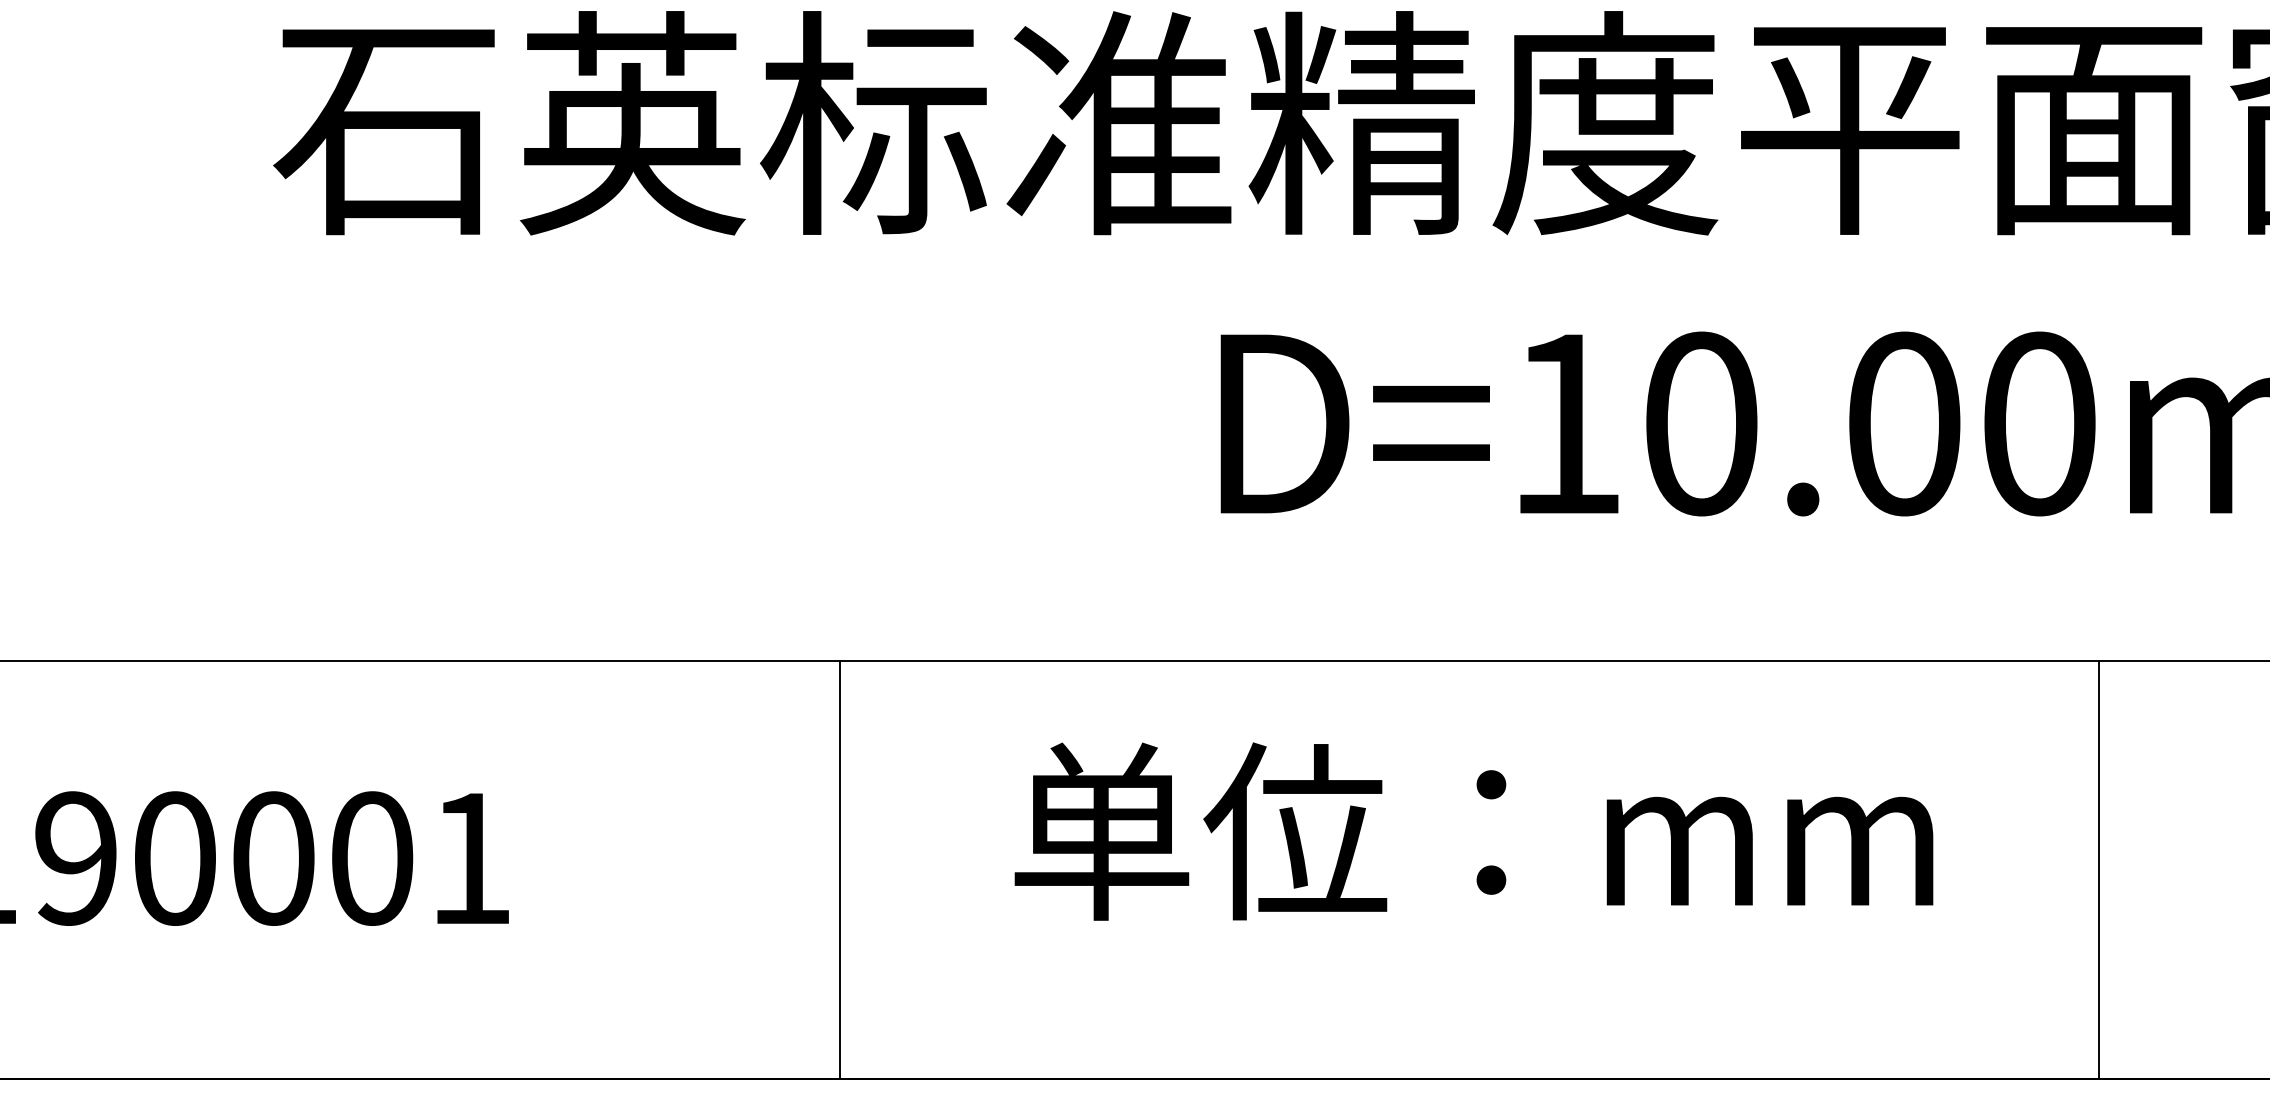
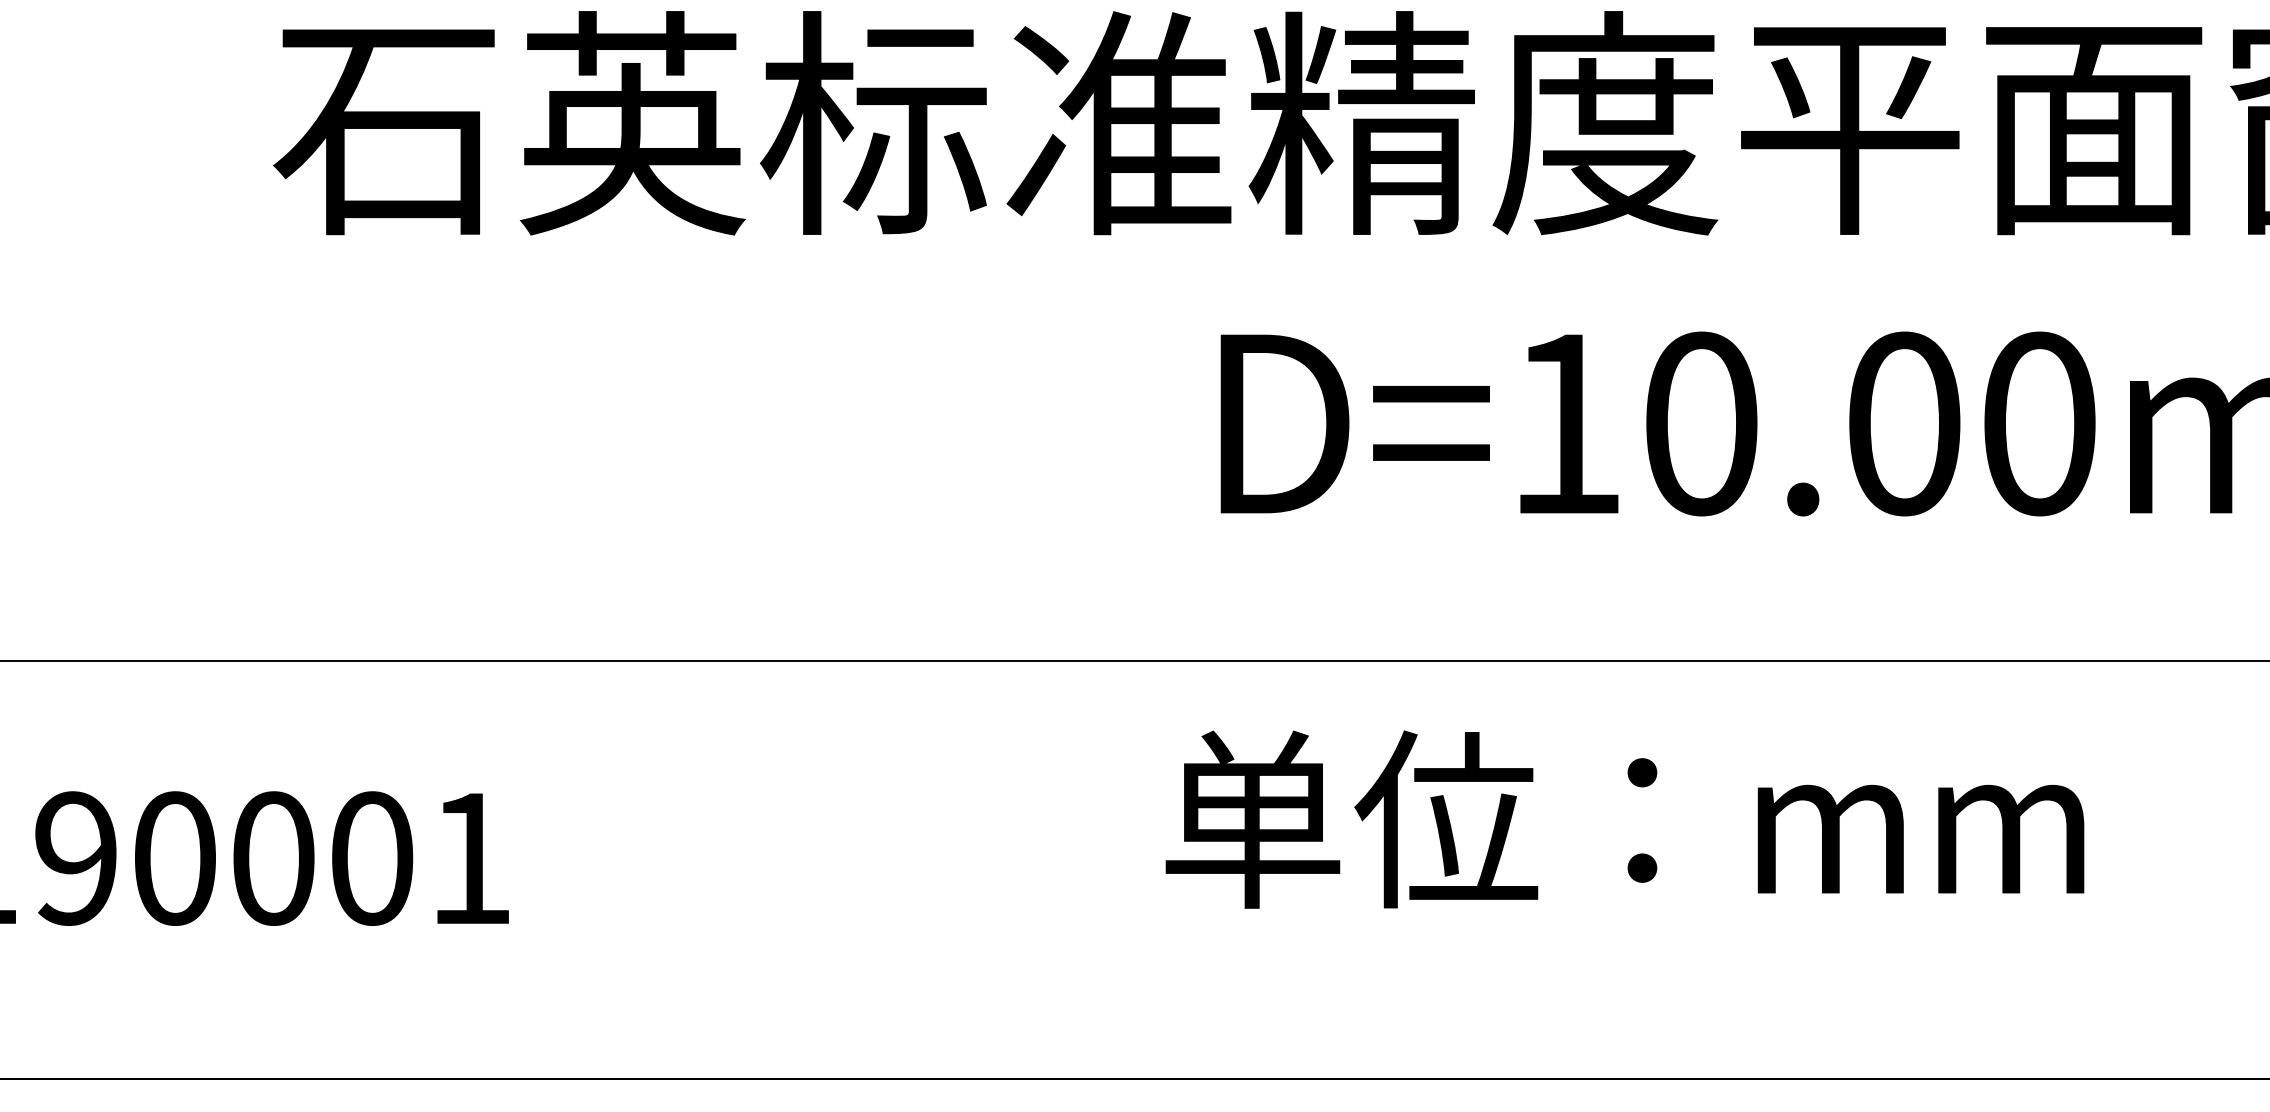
text at (1473, 831) position: (1473, 831) -> (1624, 819)
line at (839, 869): present -> none
line at (2099, 869): present -> none
